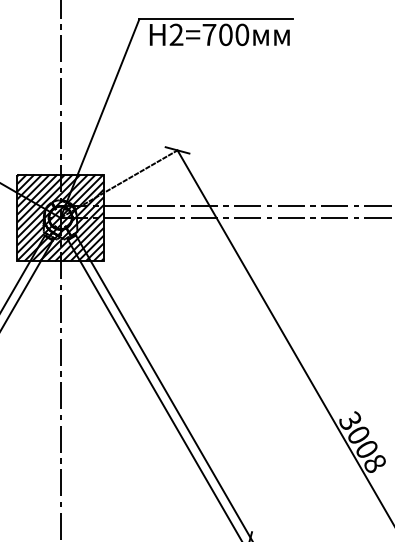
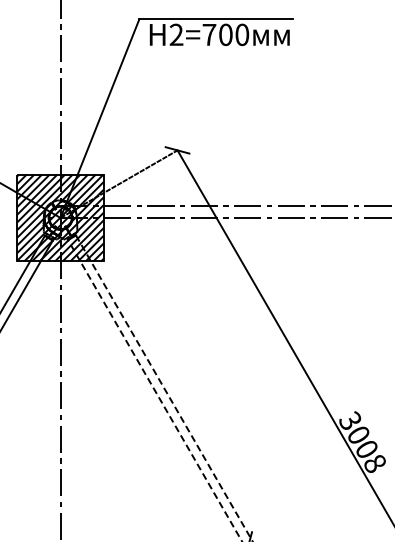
line at (164, 388): solid -> dashed
line at (155, 390): solid -> dashed
